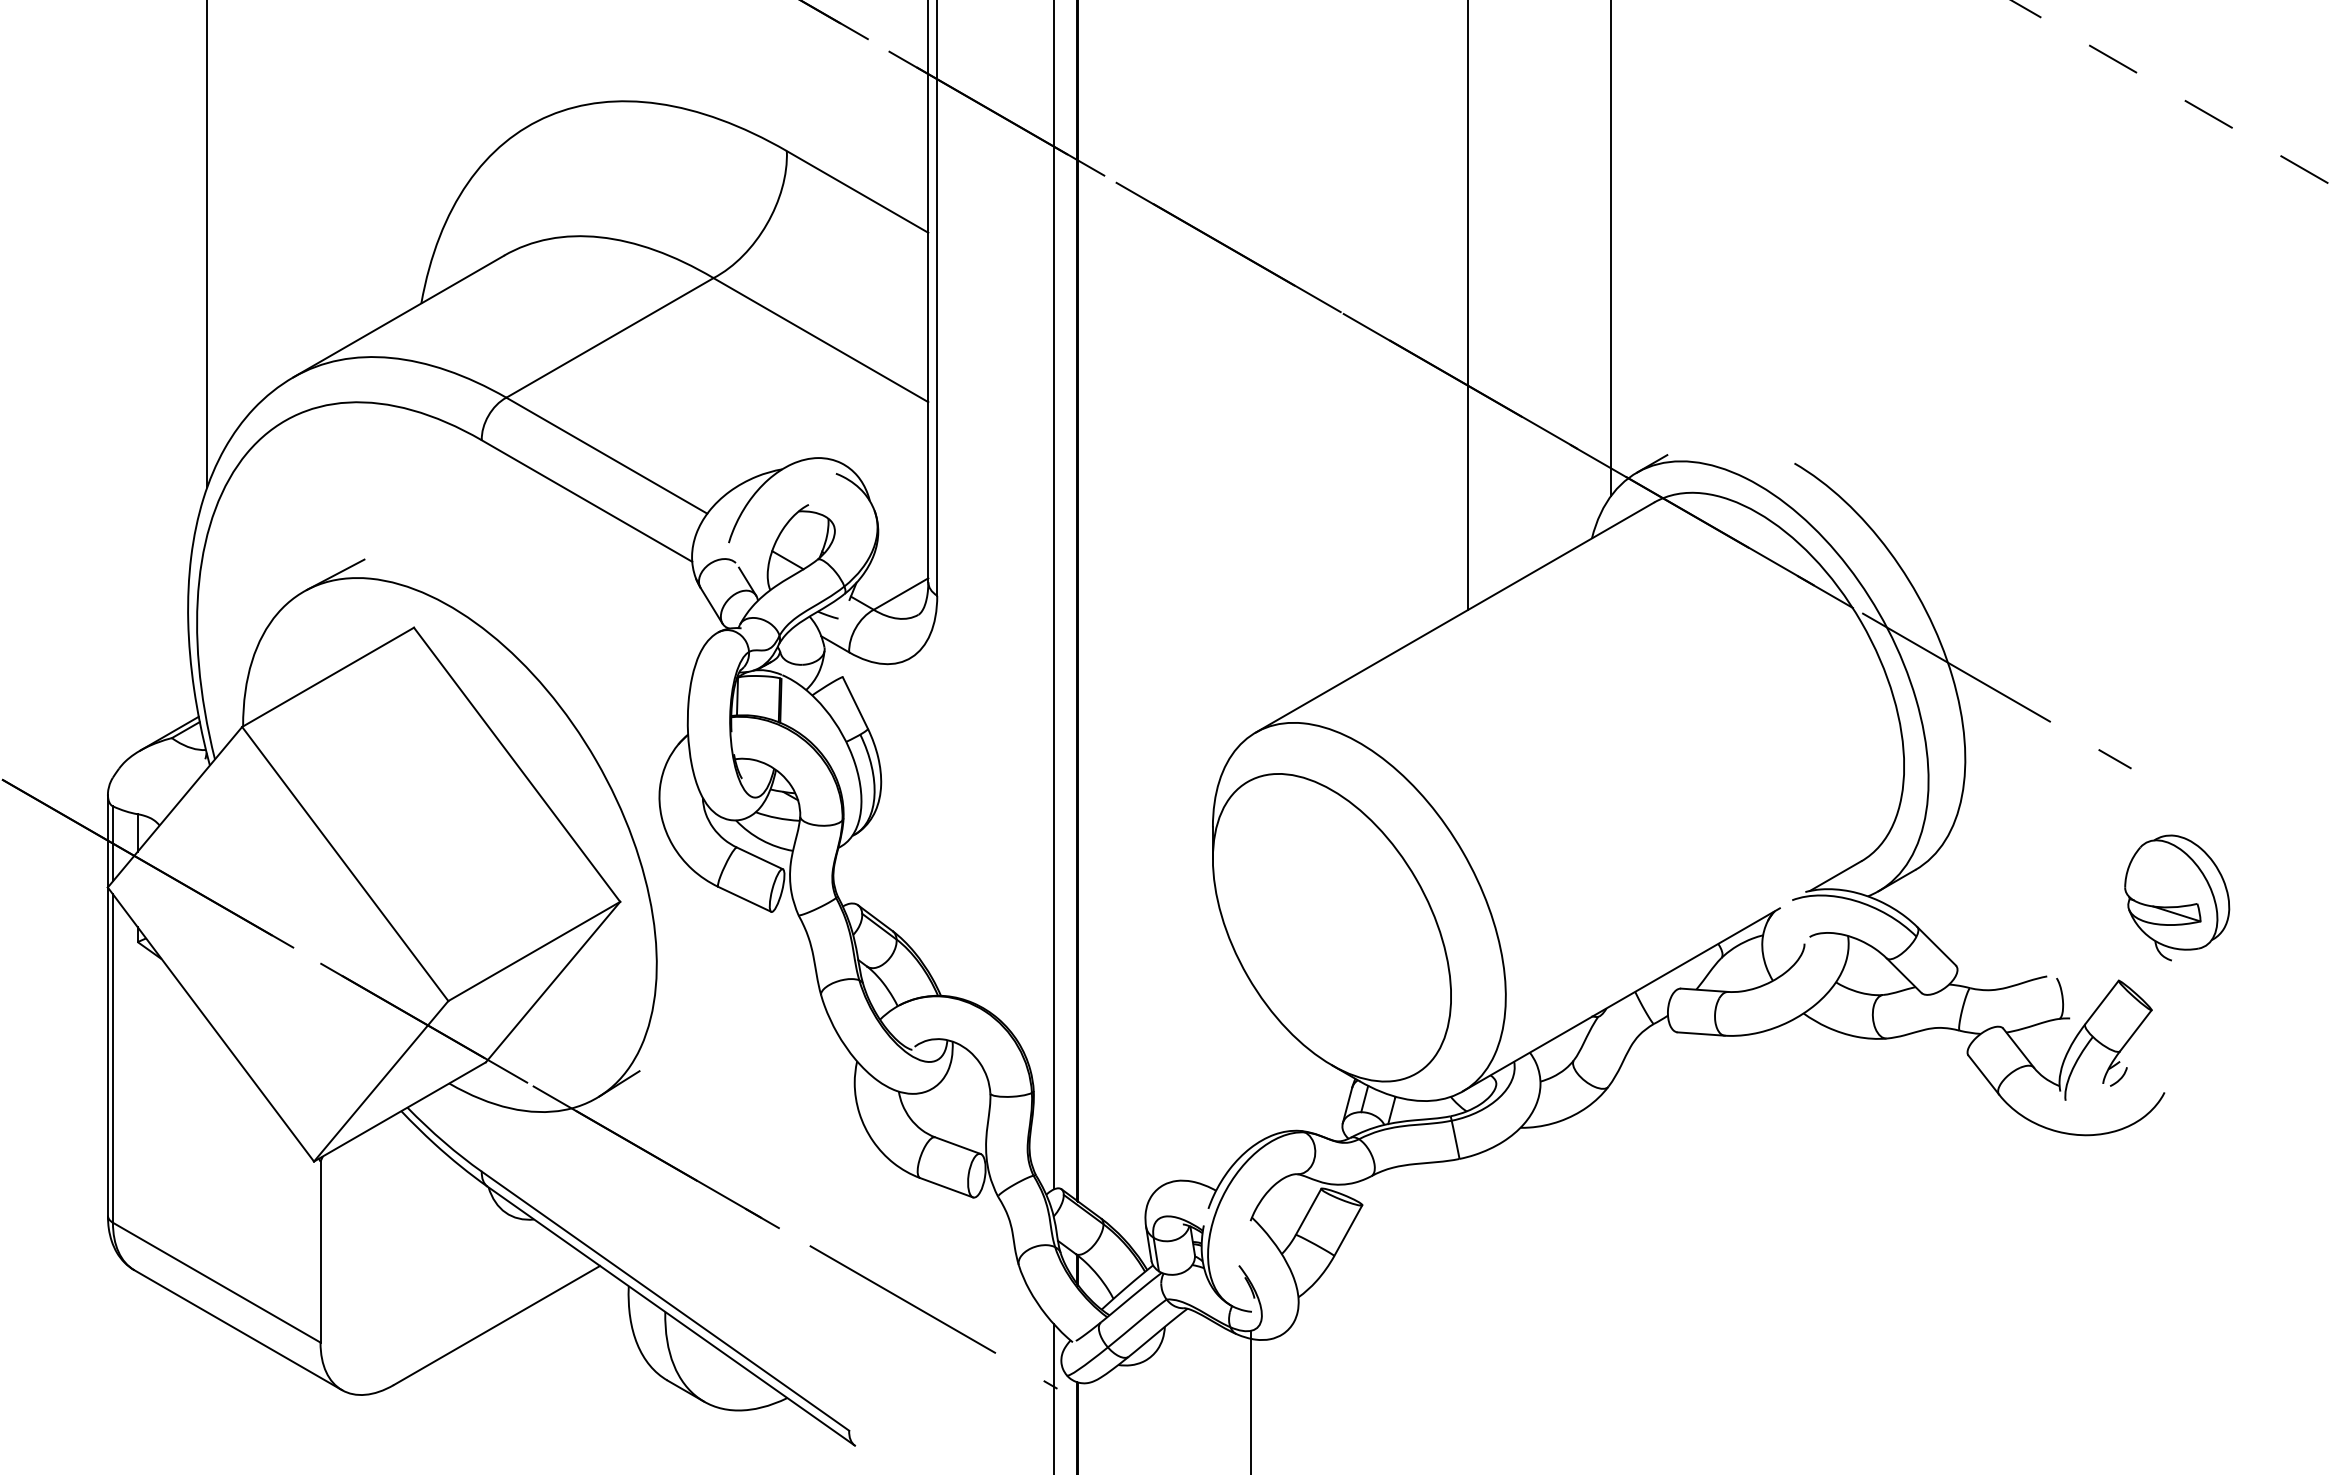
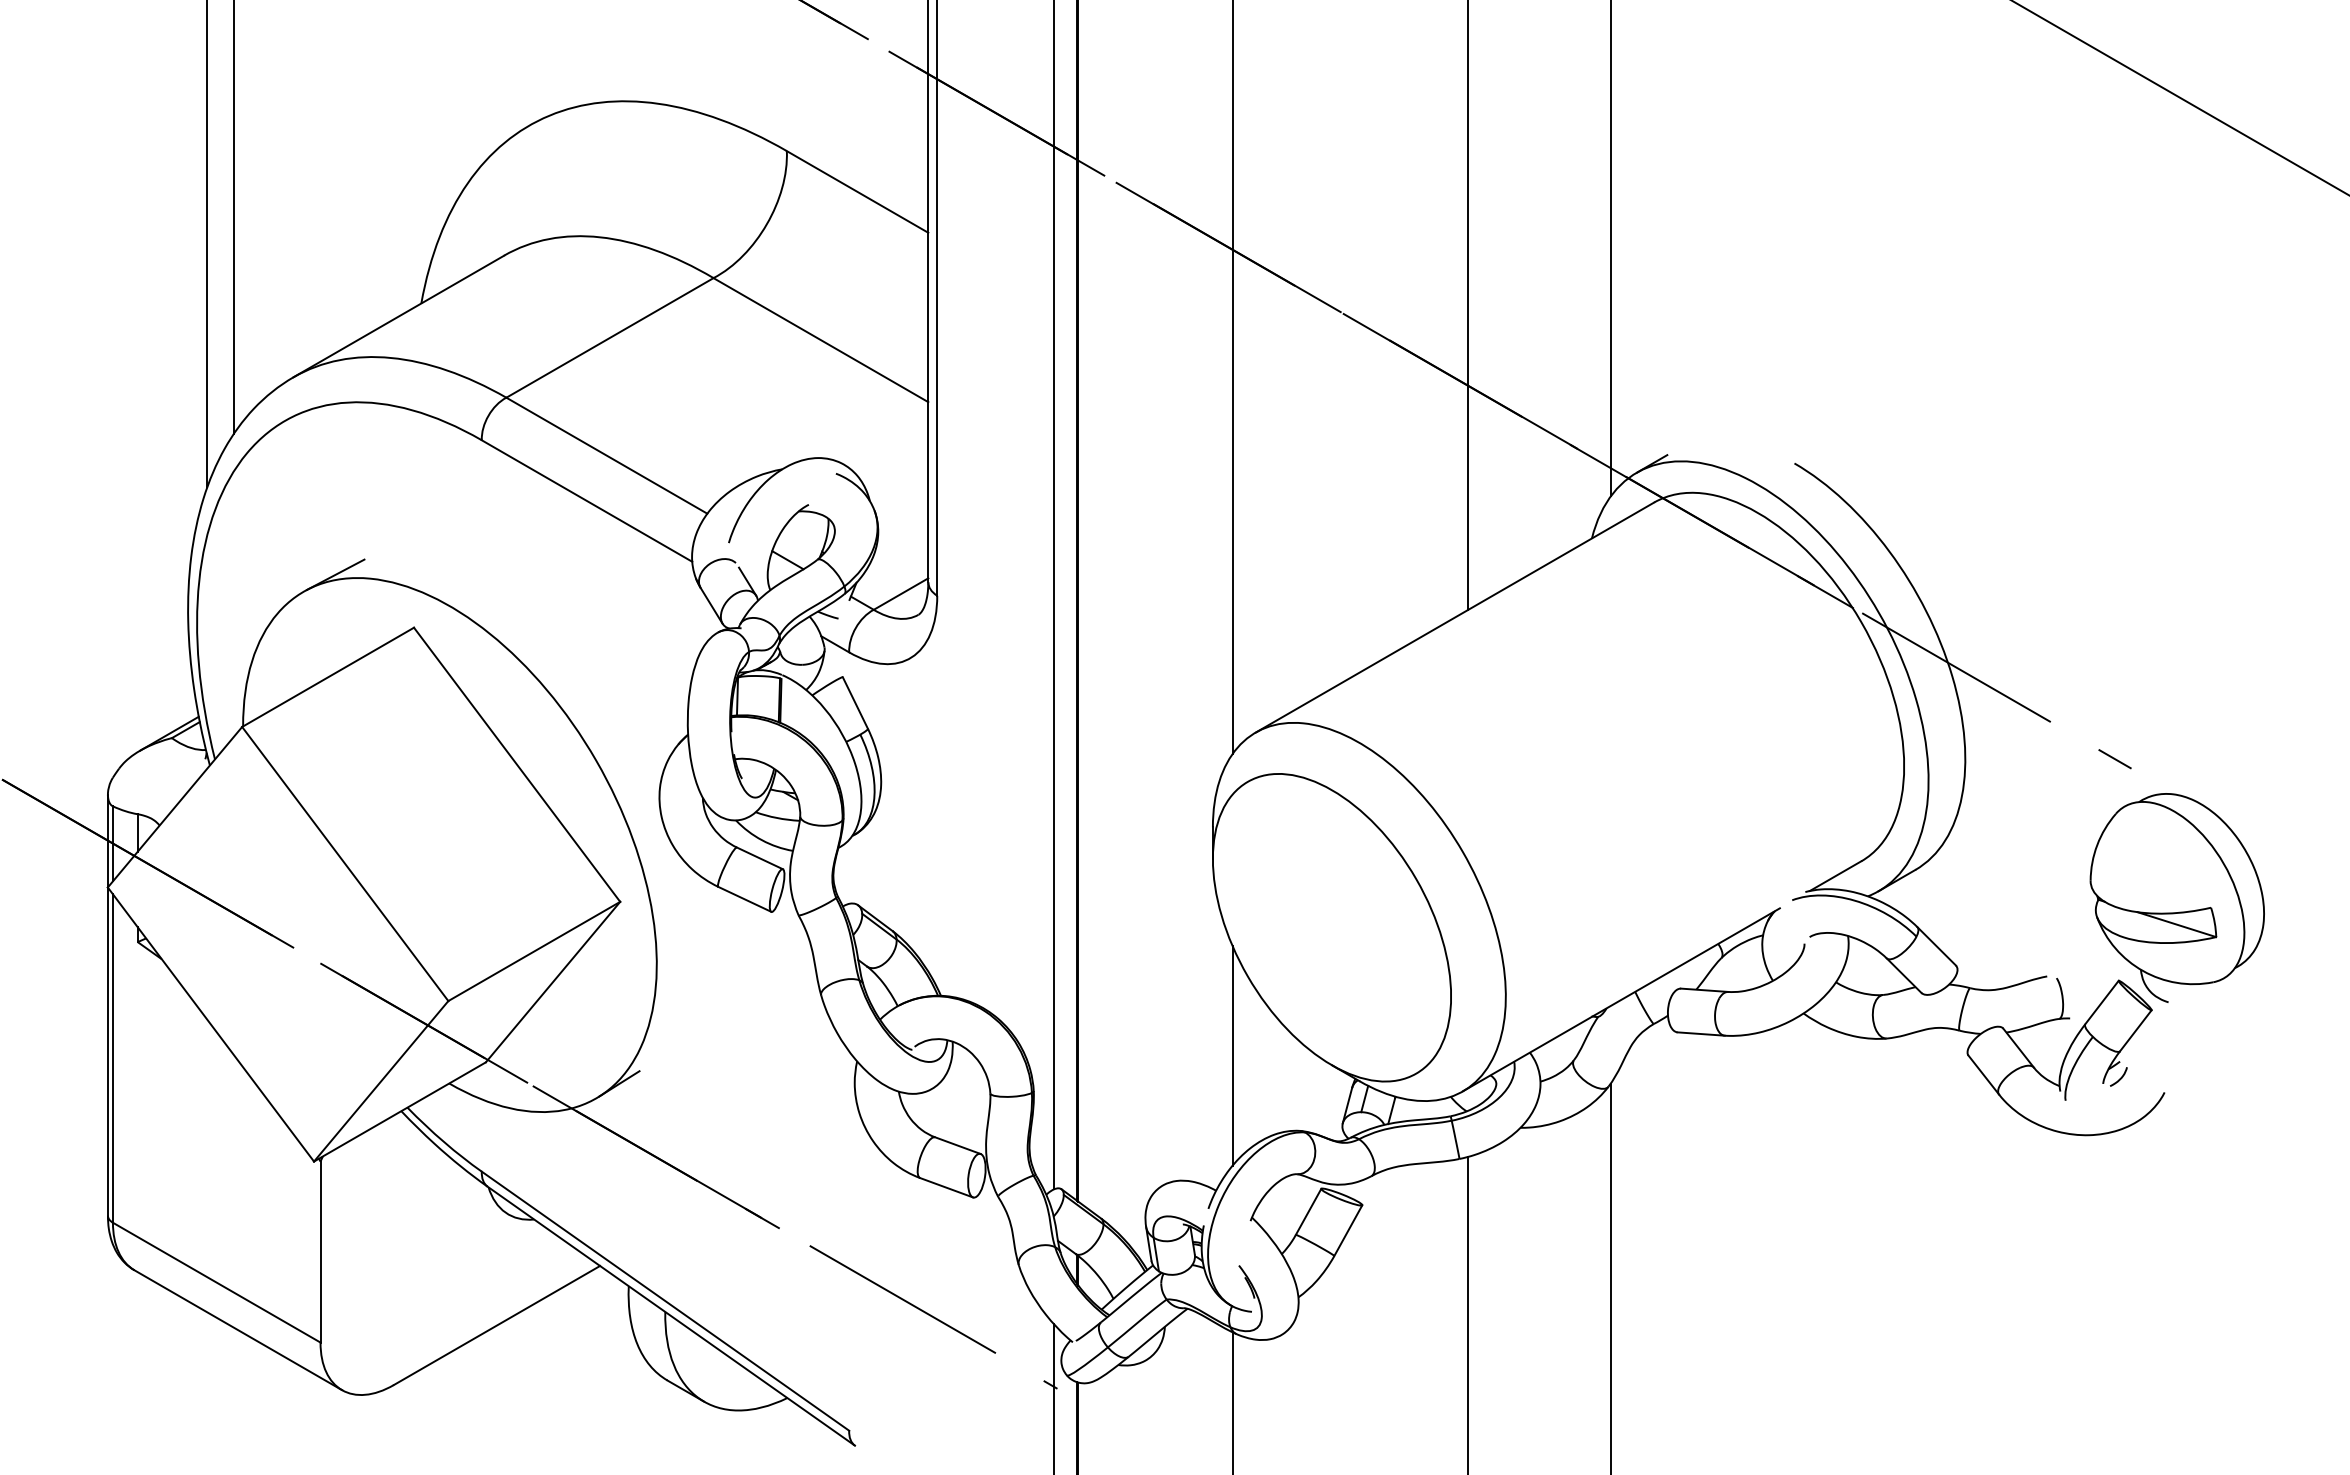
line at (2180, 98): dashed -> solid
line at (233, 217): none -> present
line at (1232, 378): none -> present
part at (2177, 897) size: 107x128 px -> 176x210 px
line at (1232, 1055): none -> present
line at (1610, 1277): none -> present
line at (1467, 1313): none -> present
line at (1250, 1401) position: (1250, 1401) -> (1232, 1401)
